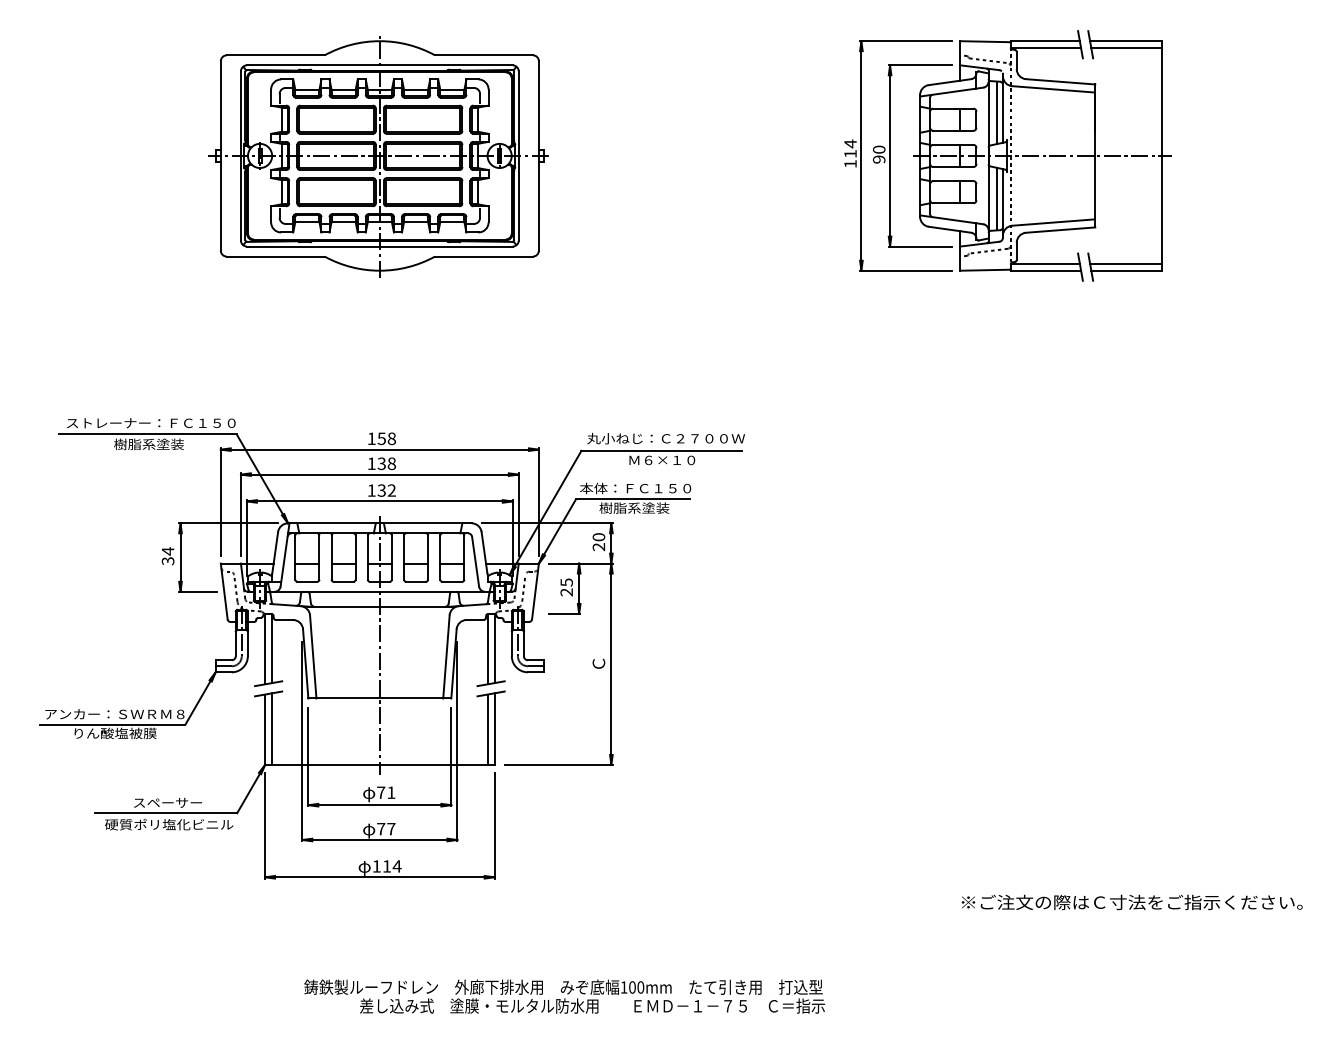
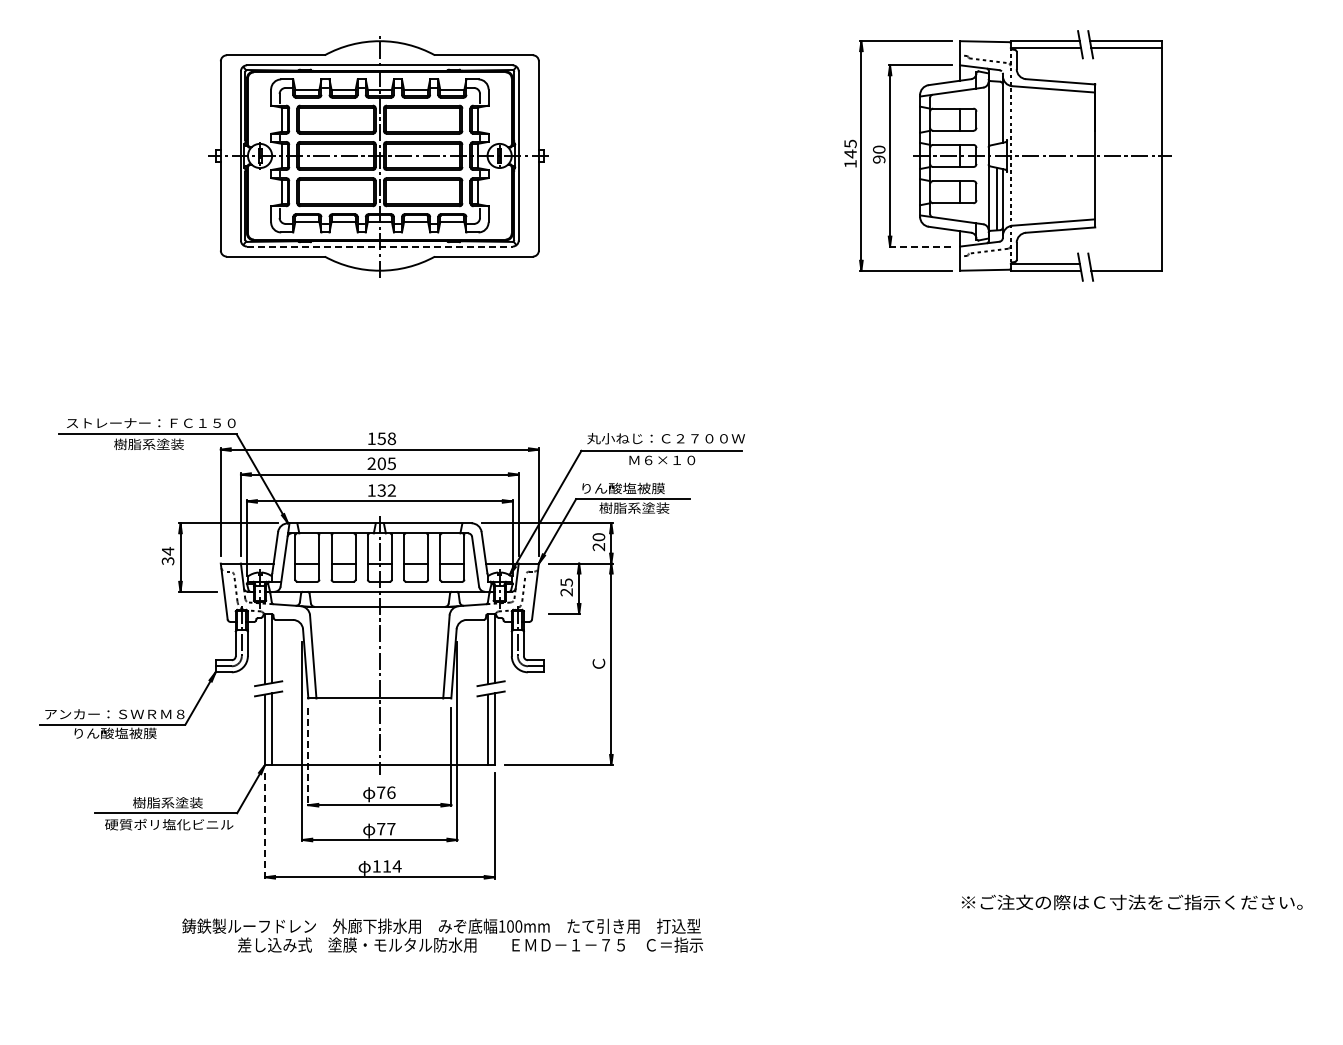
line at (997, 112): present -> none
text at (850, 148): 114 -> 145
line at (379, 246): solid -> dashed
line at (920, 246): solid -> dashed
line at (1125, 263): present -> none
text at (381, 463): 138 -> 205
text at (635, 488): 本体：ＦＣ１５０ -> りん酸塩被膜
line at (308, 757): solid -> dashed
text at (391, 792): 71 -> 76
text at (167, 802): スペーサー -> 樹脂系塗装
line at (265, 825): solid -> dashed
text at (564, 996) position: (564, 996) -> (442, 935)
